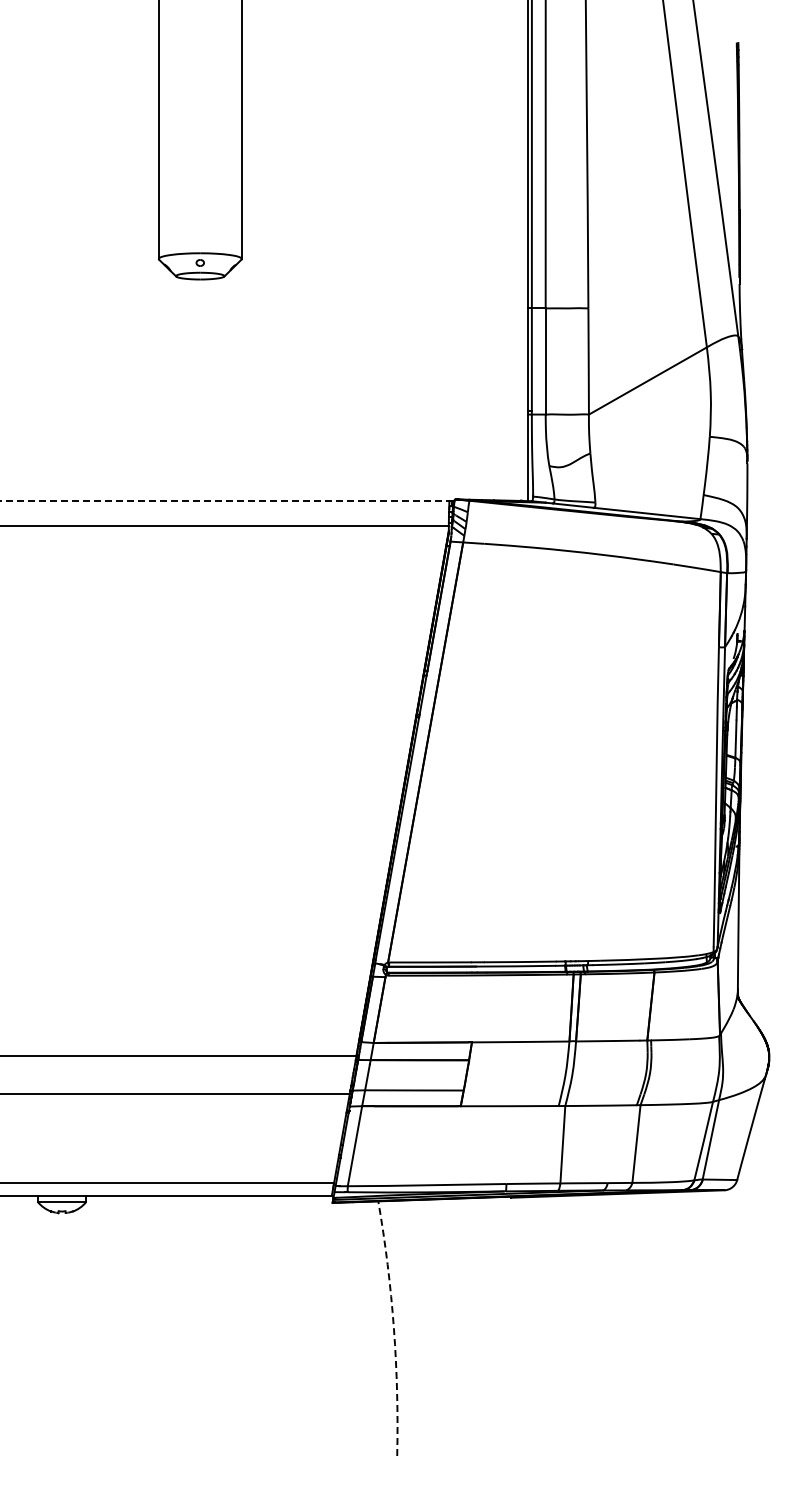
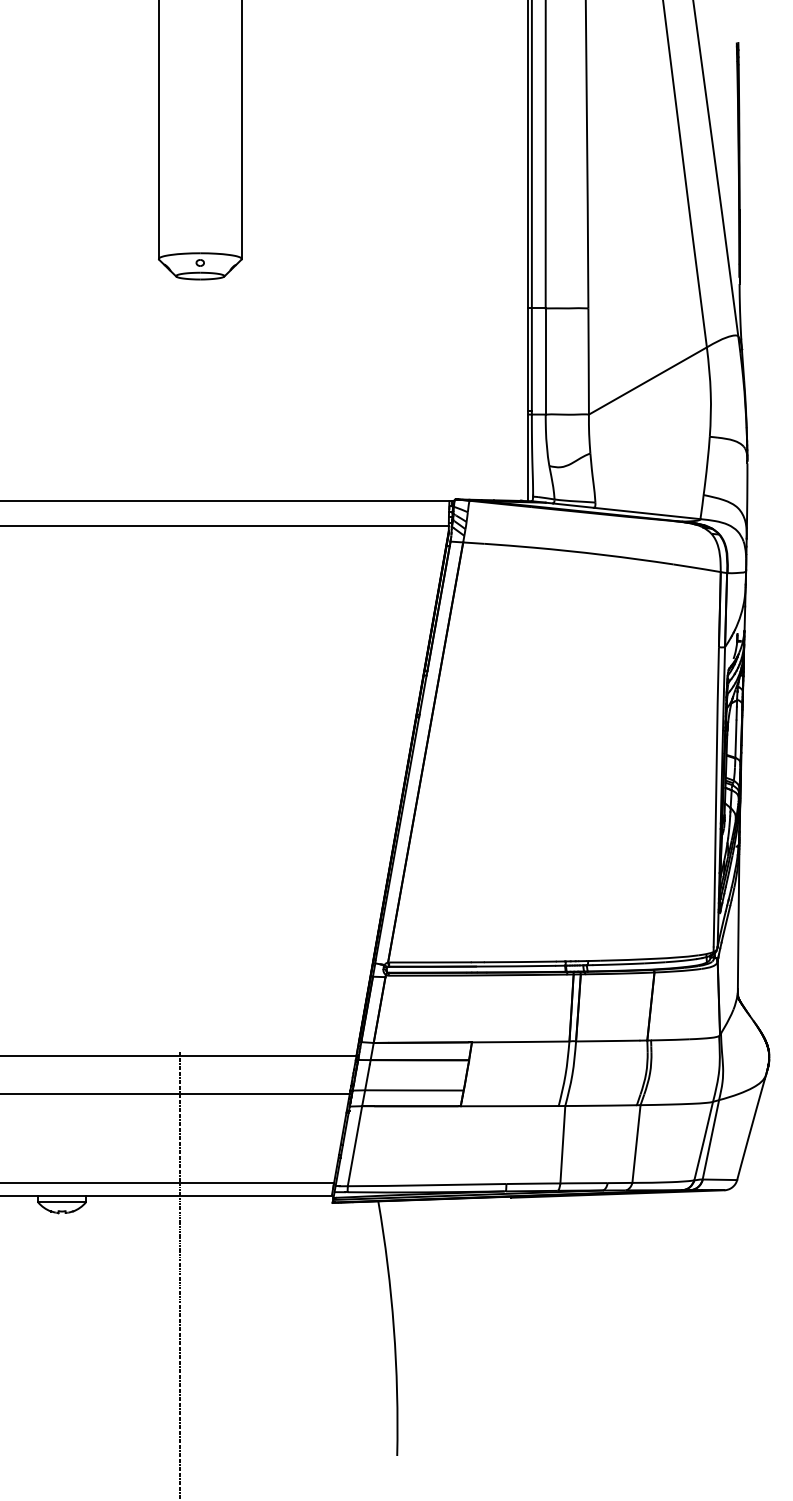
line at (226, 500): dashed -> solid
line at (179, 1274): none -> present
arc at (393, 1328): dashed -> solid
